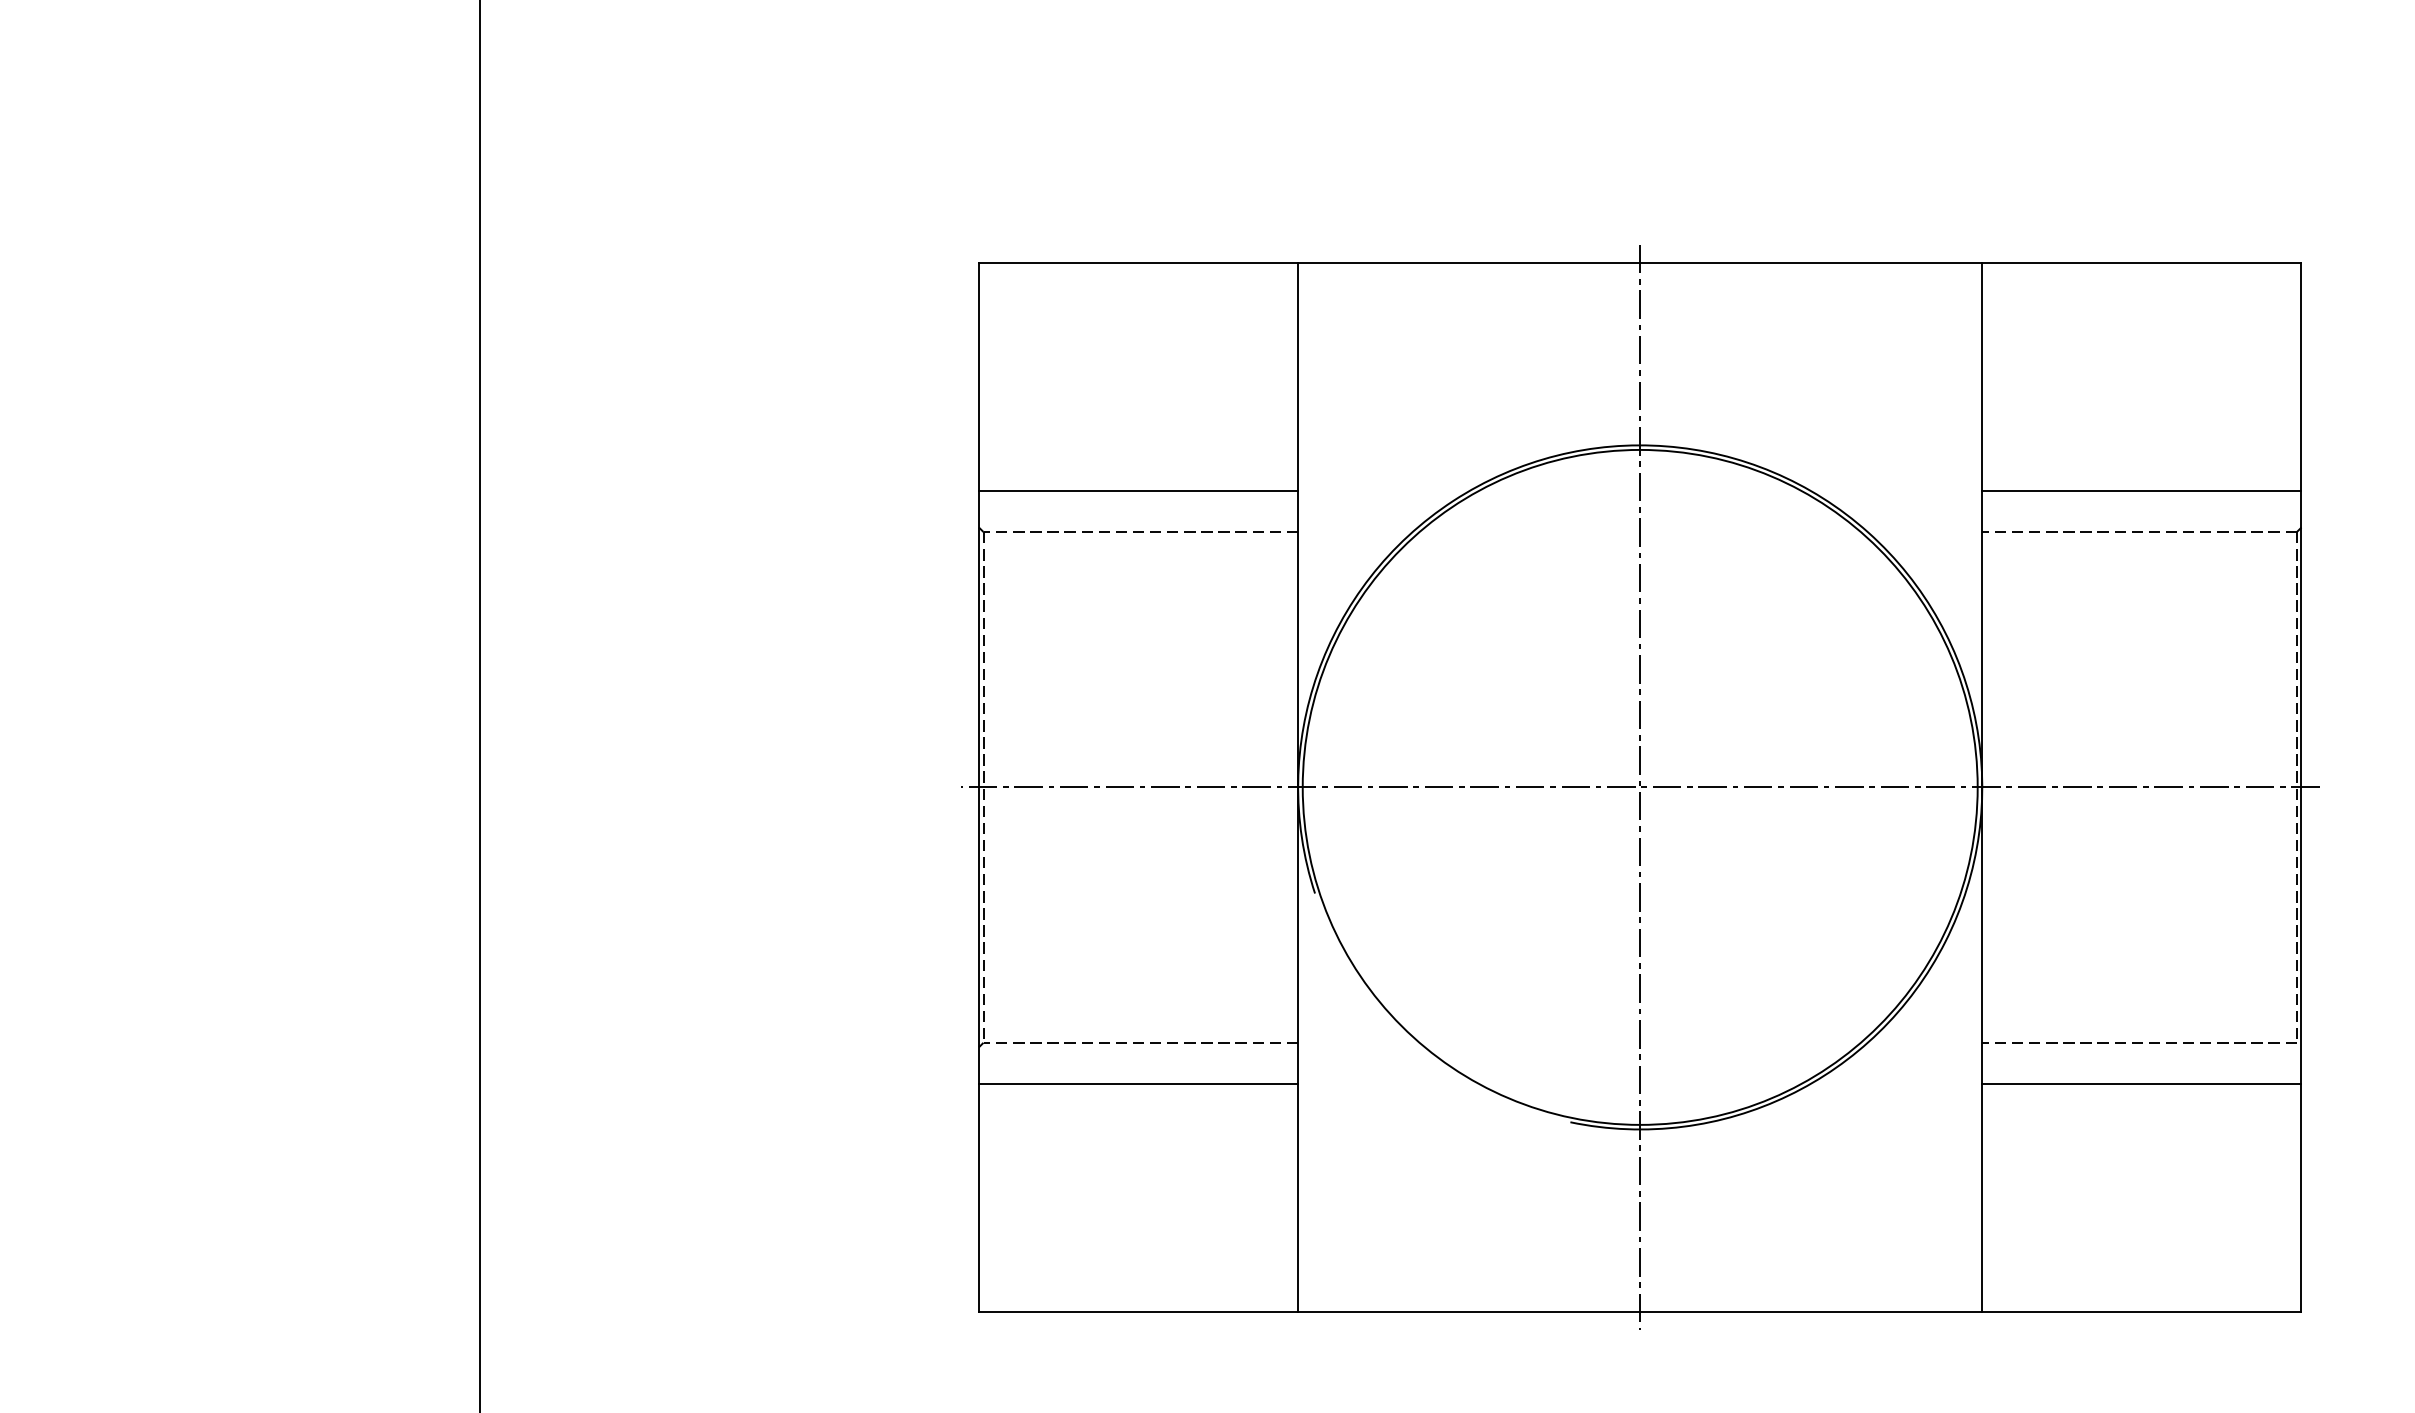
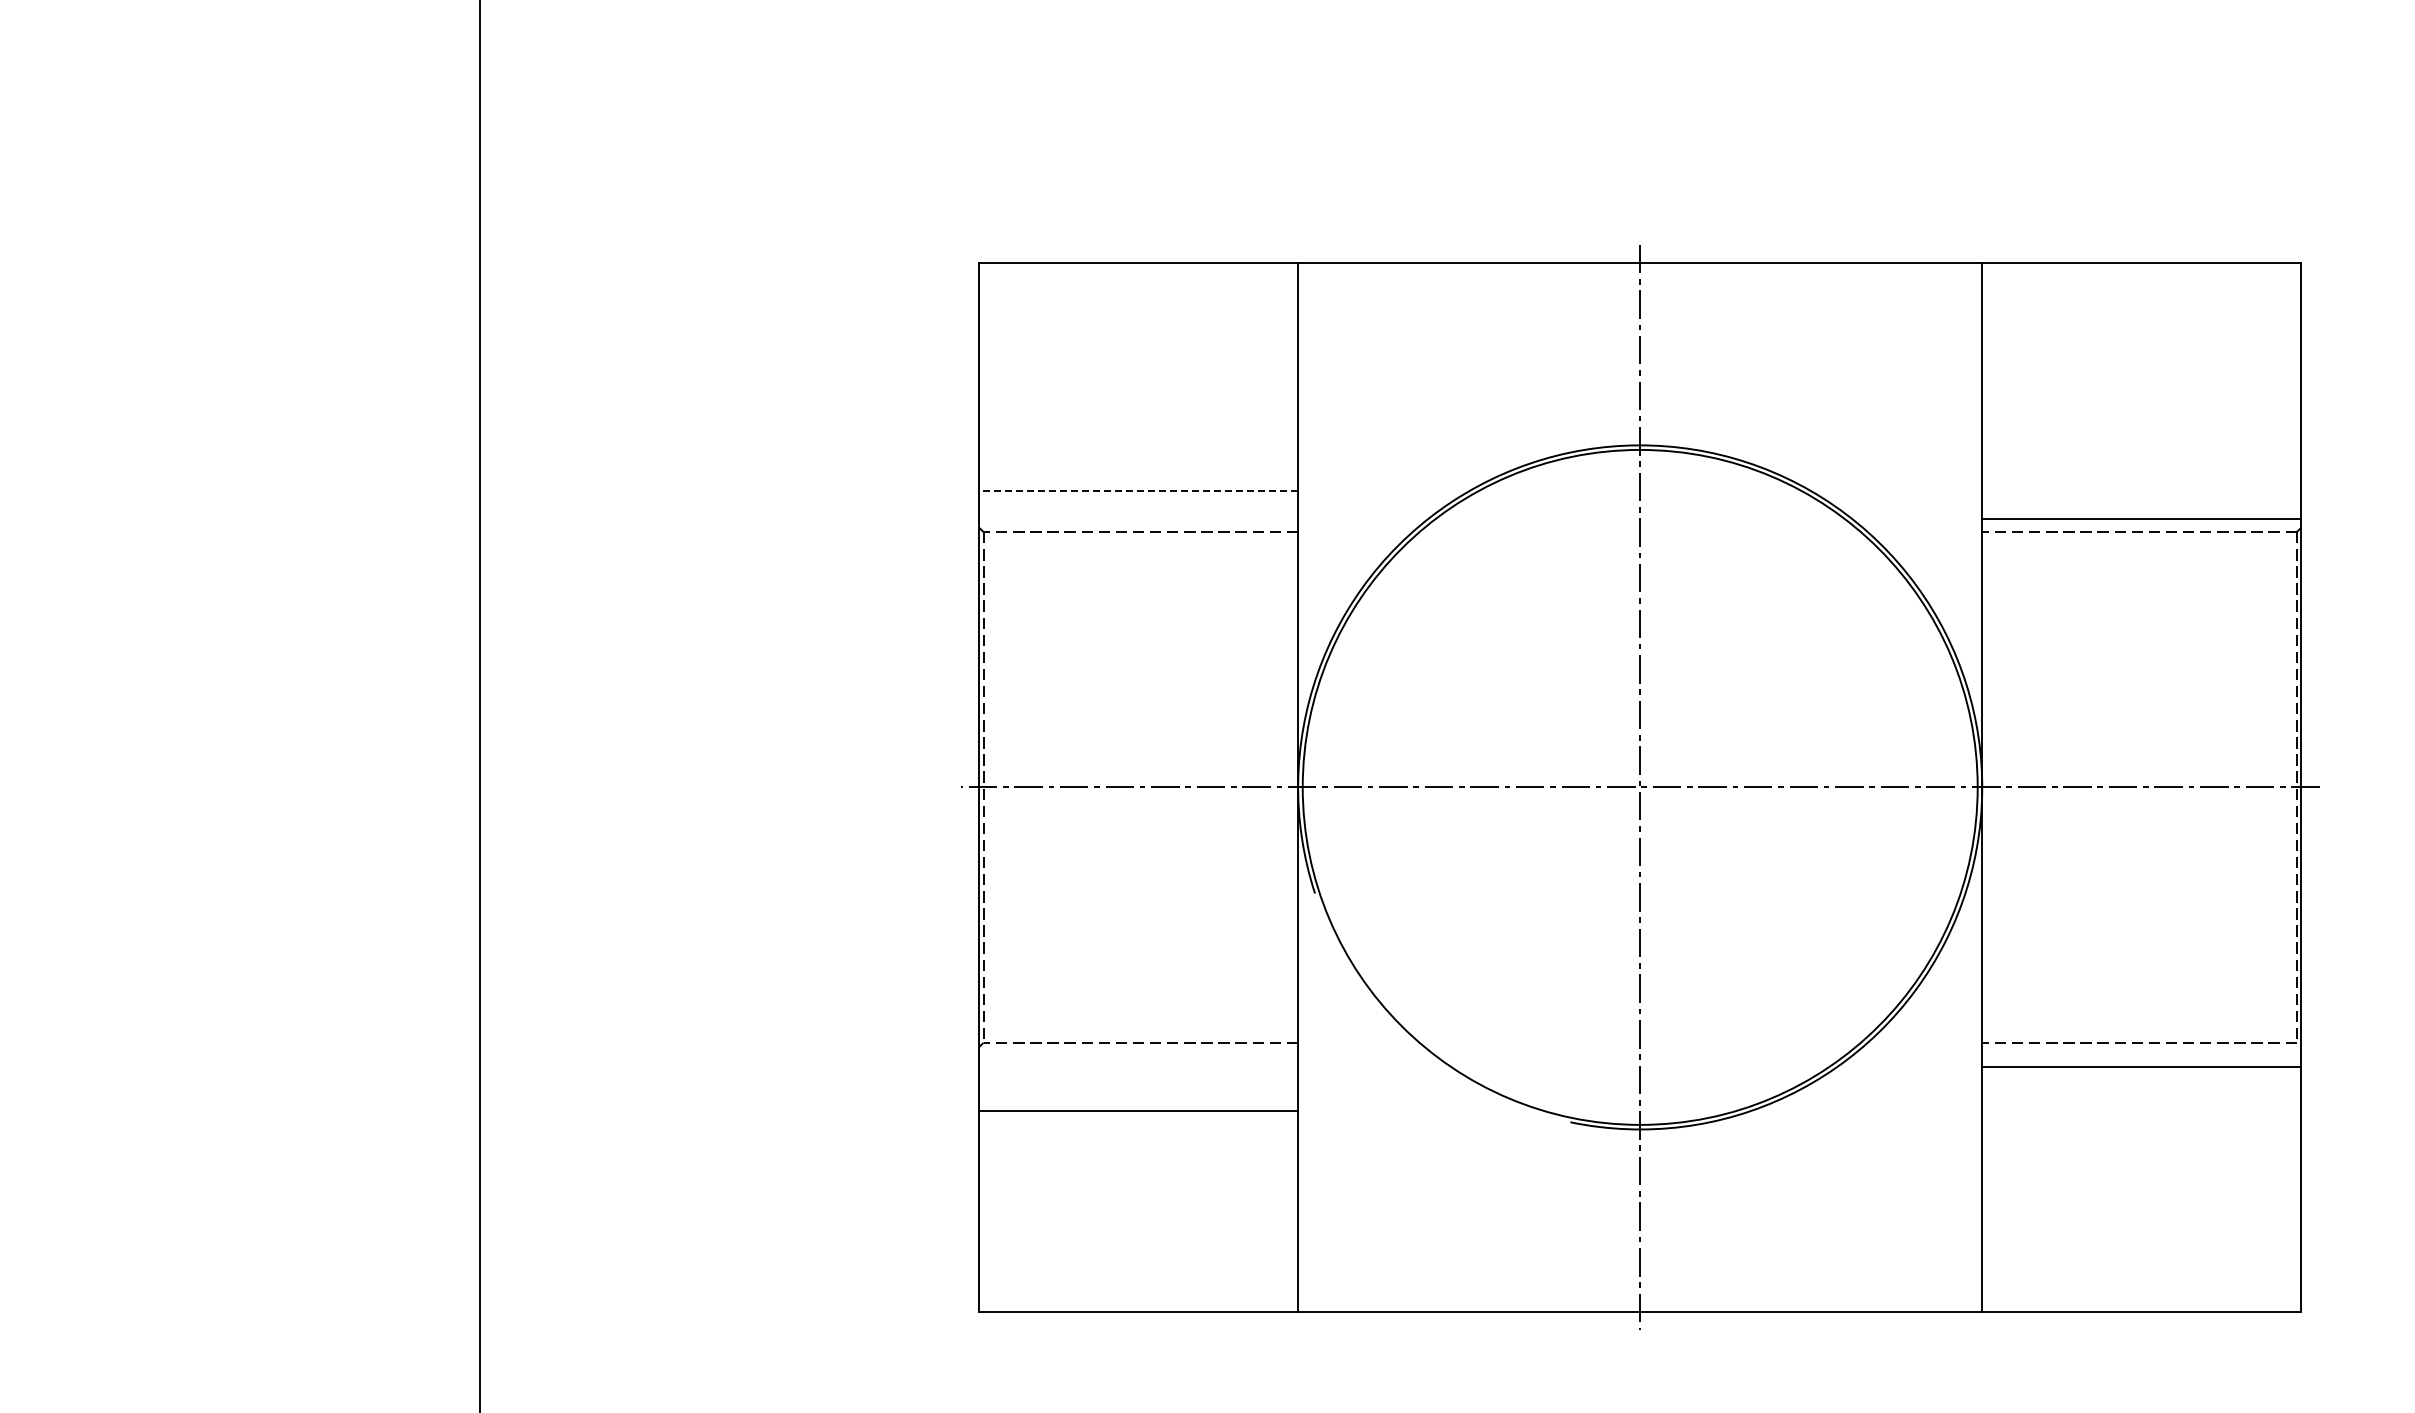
line at (1138, 490): solid -> dashed
line at (2141, 490) position: (2141, 490) -> (2141, 518)
line at (1138, 1083) position: (1138, 1083) -> (1138, 1110)
line at (2141, 1083) position: (2141, 1083) -> (2141, 1066)
